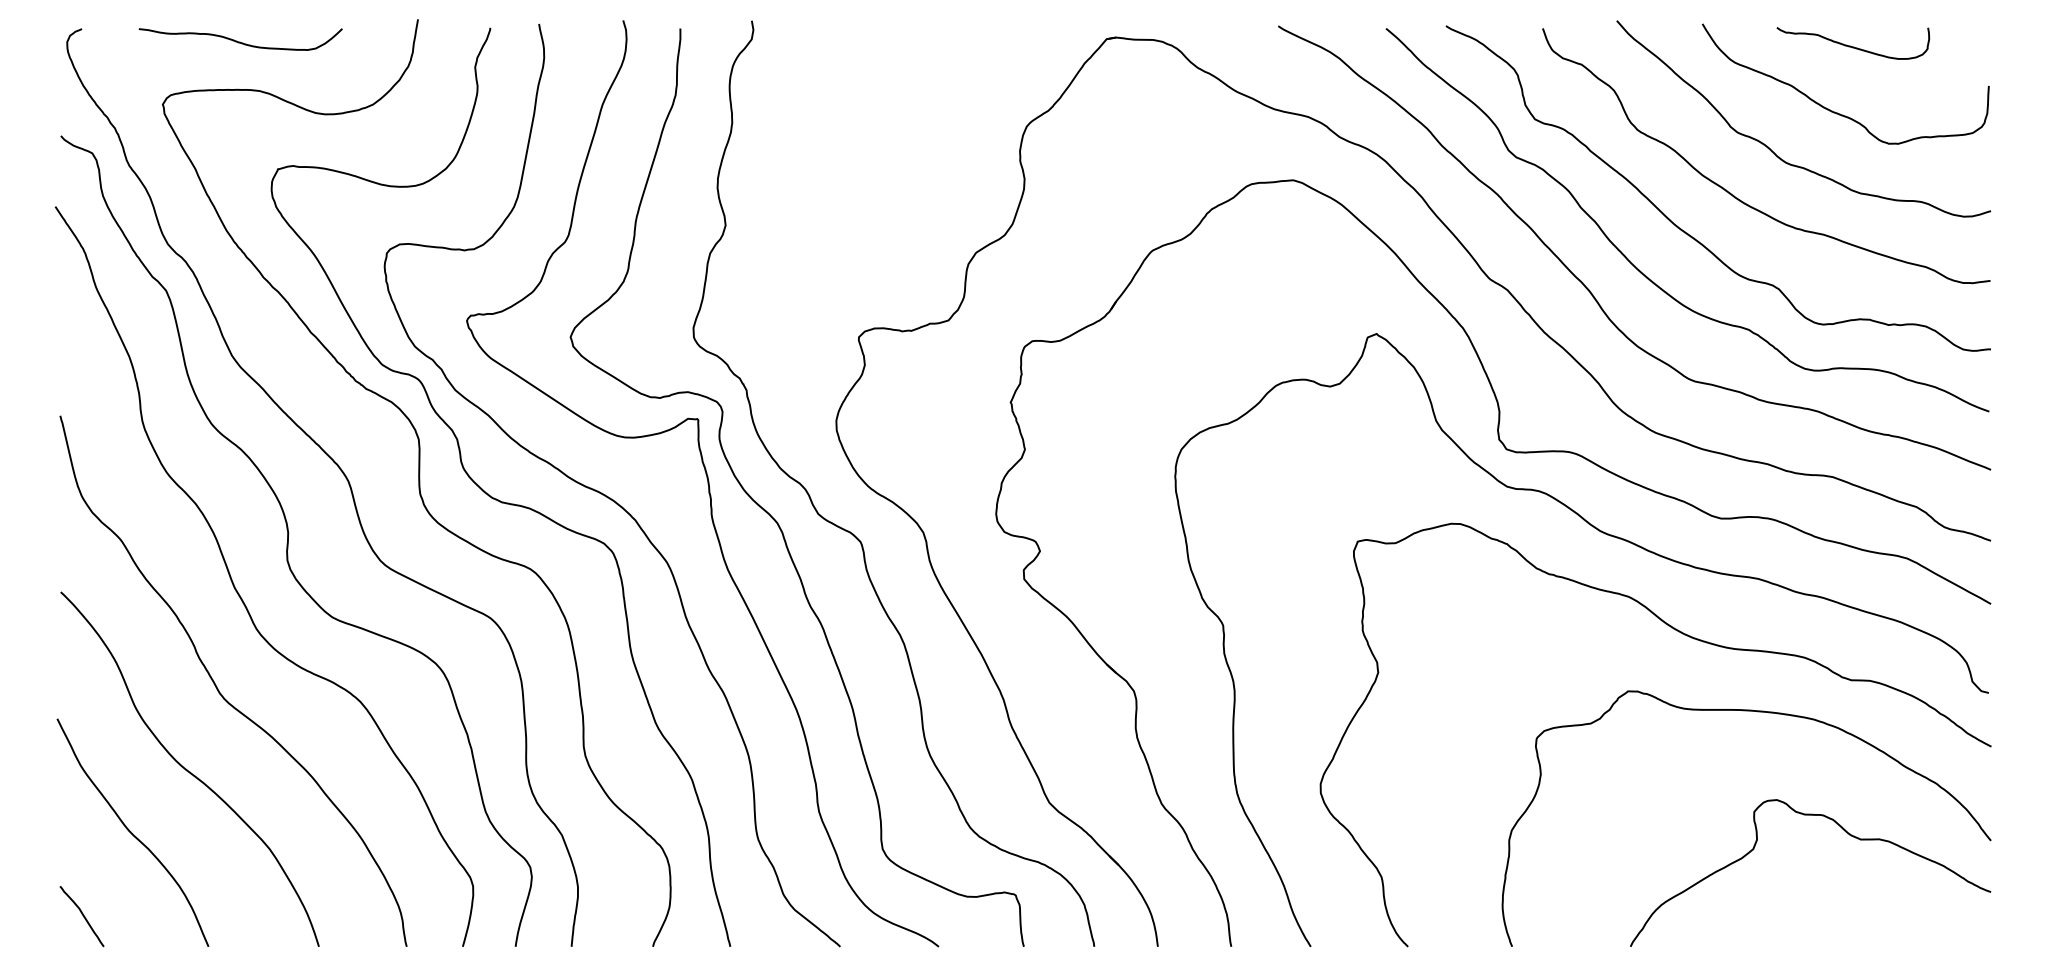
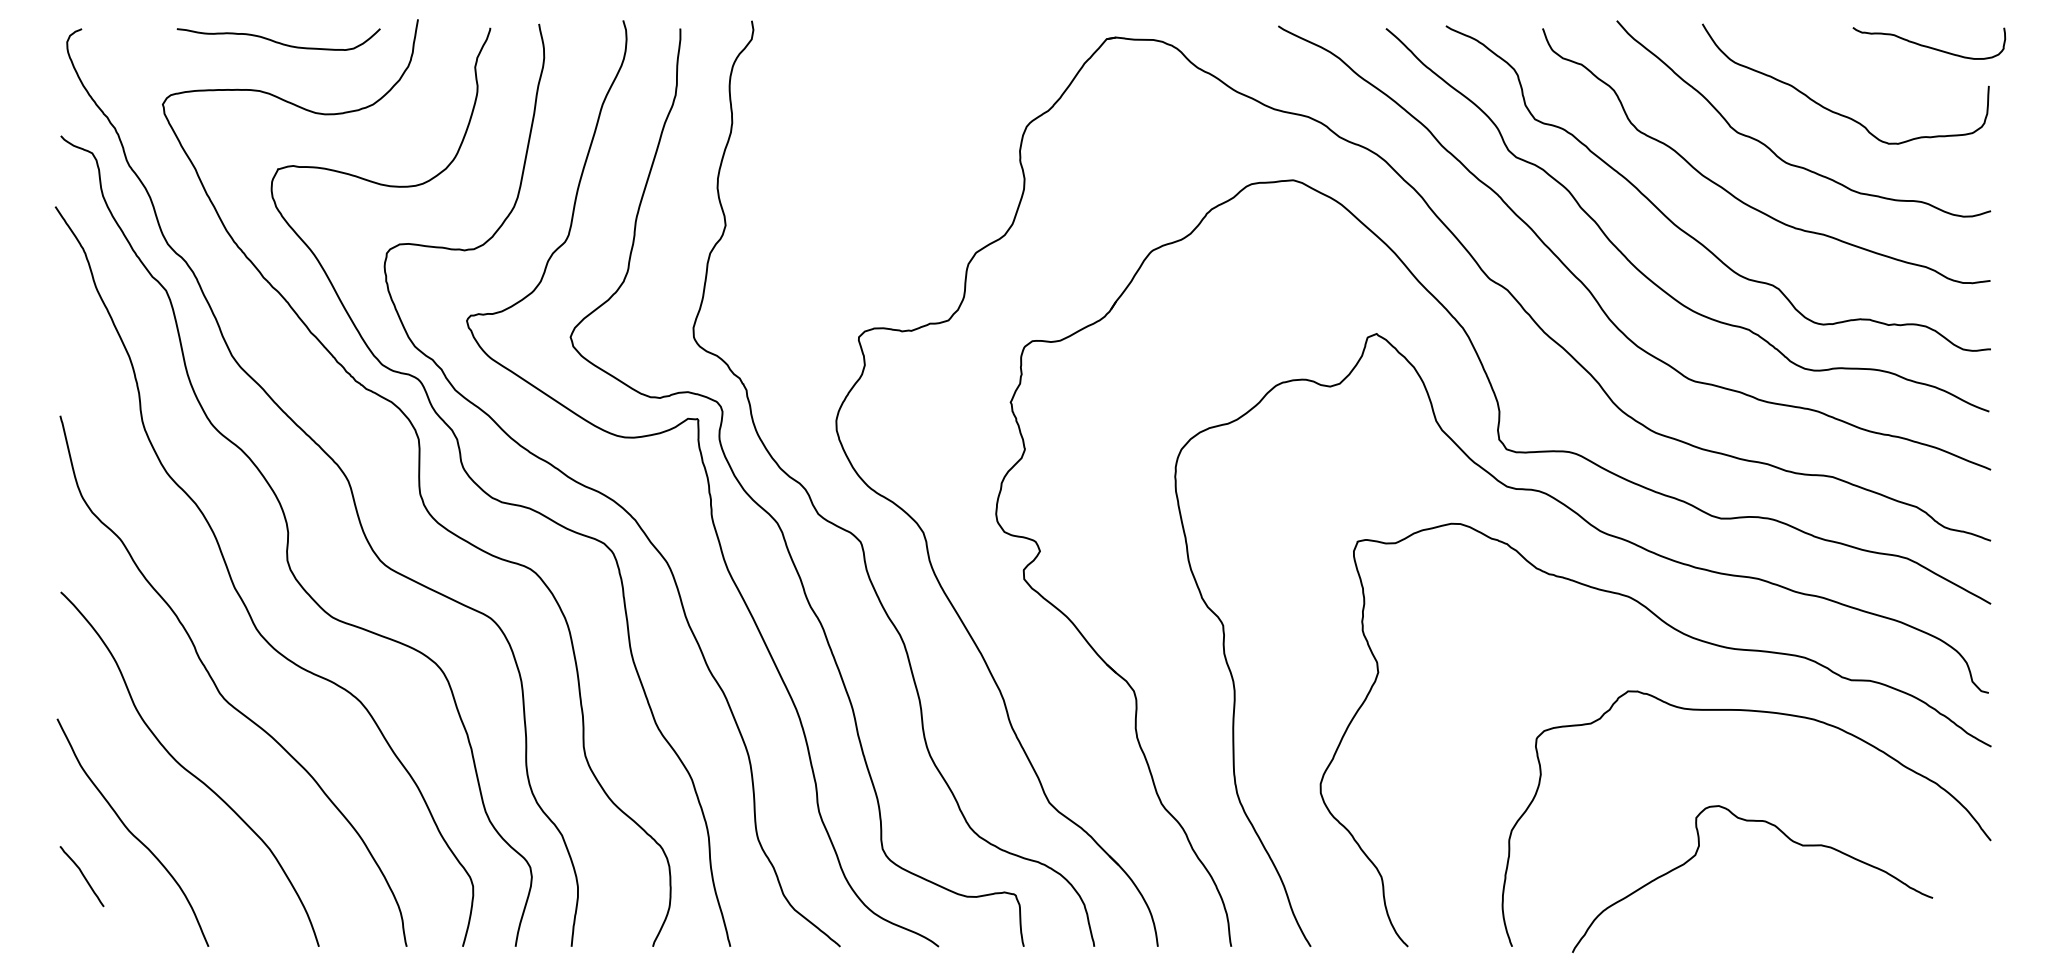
curve at (240, 41) position: (240, 41) -> (278, 41)
curve at (1853, 46) position: (1853, 46) -> (1929, 46)
curve at (1846, 833) position: (1846, 833) -> (1788, 839)
curve at (82, 915) position: (82, 915) -> (82, 875)
